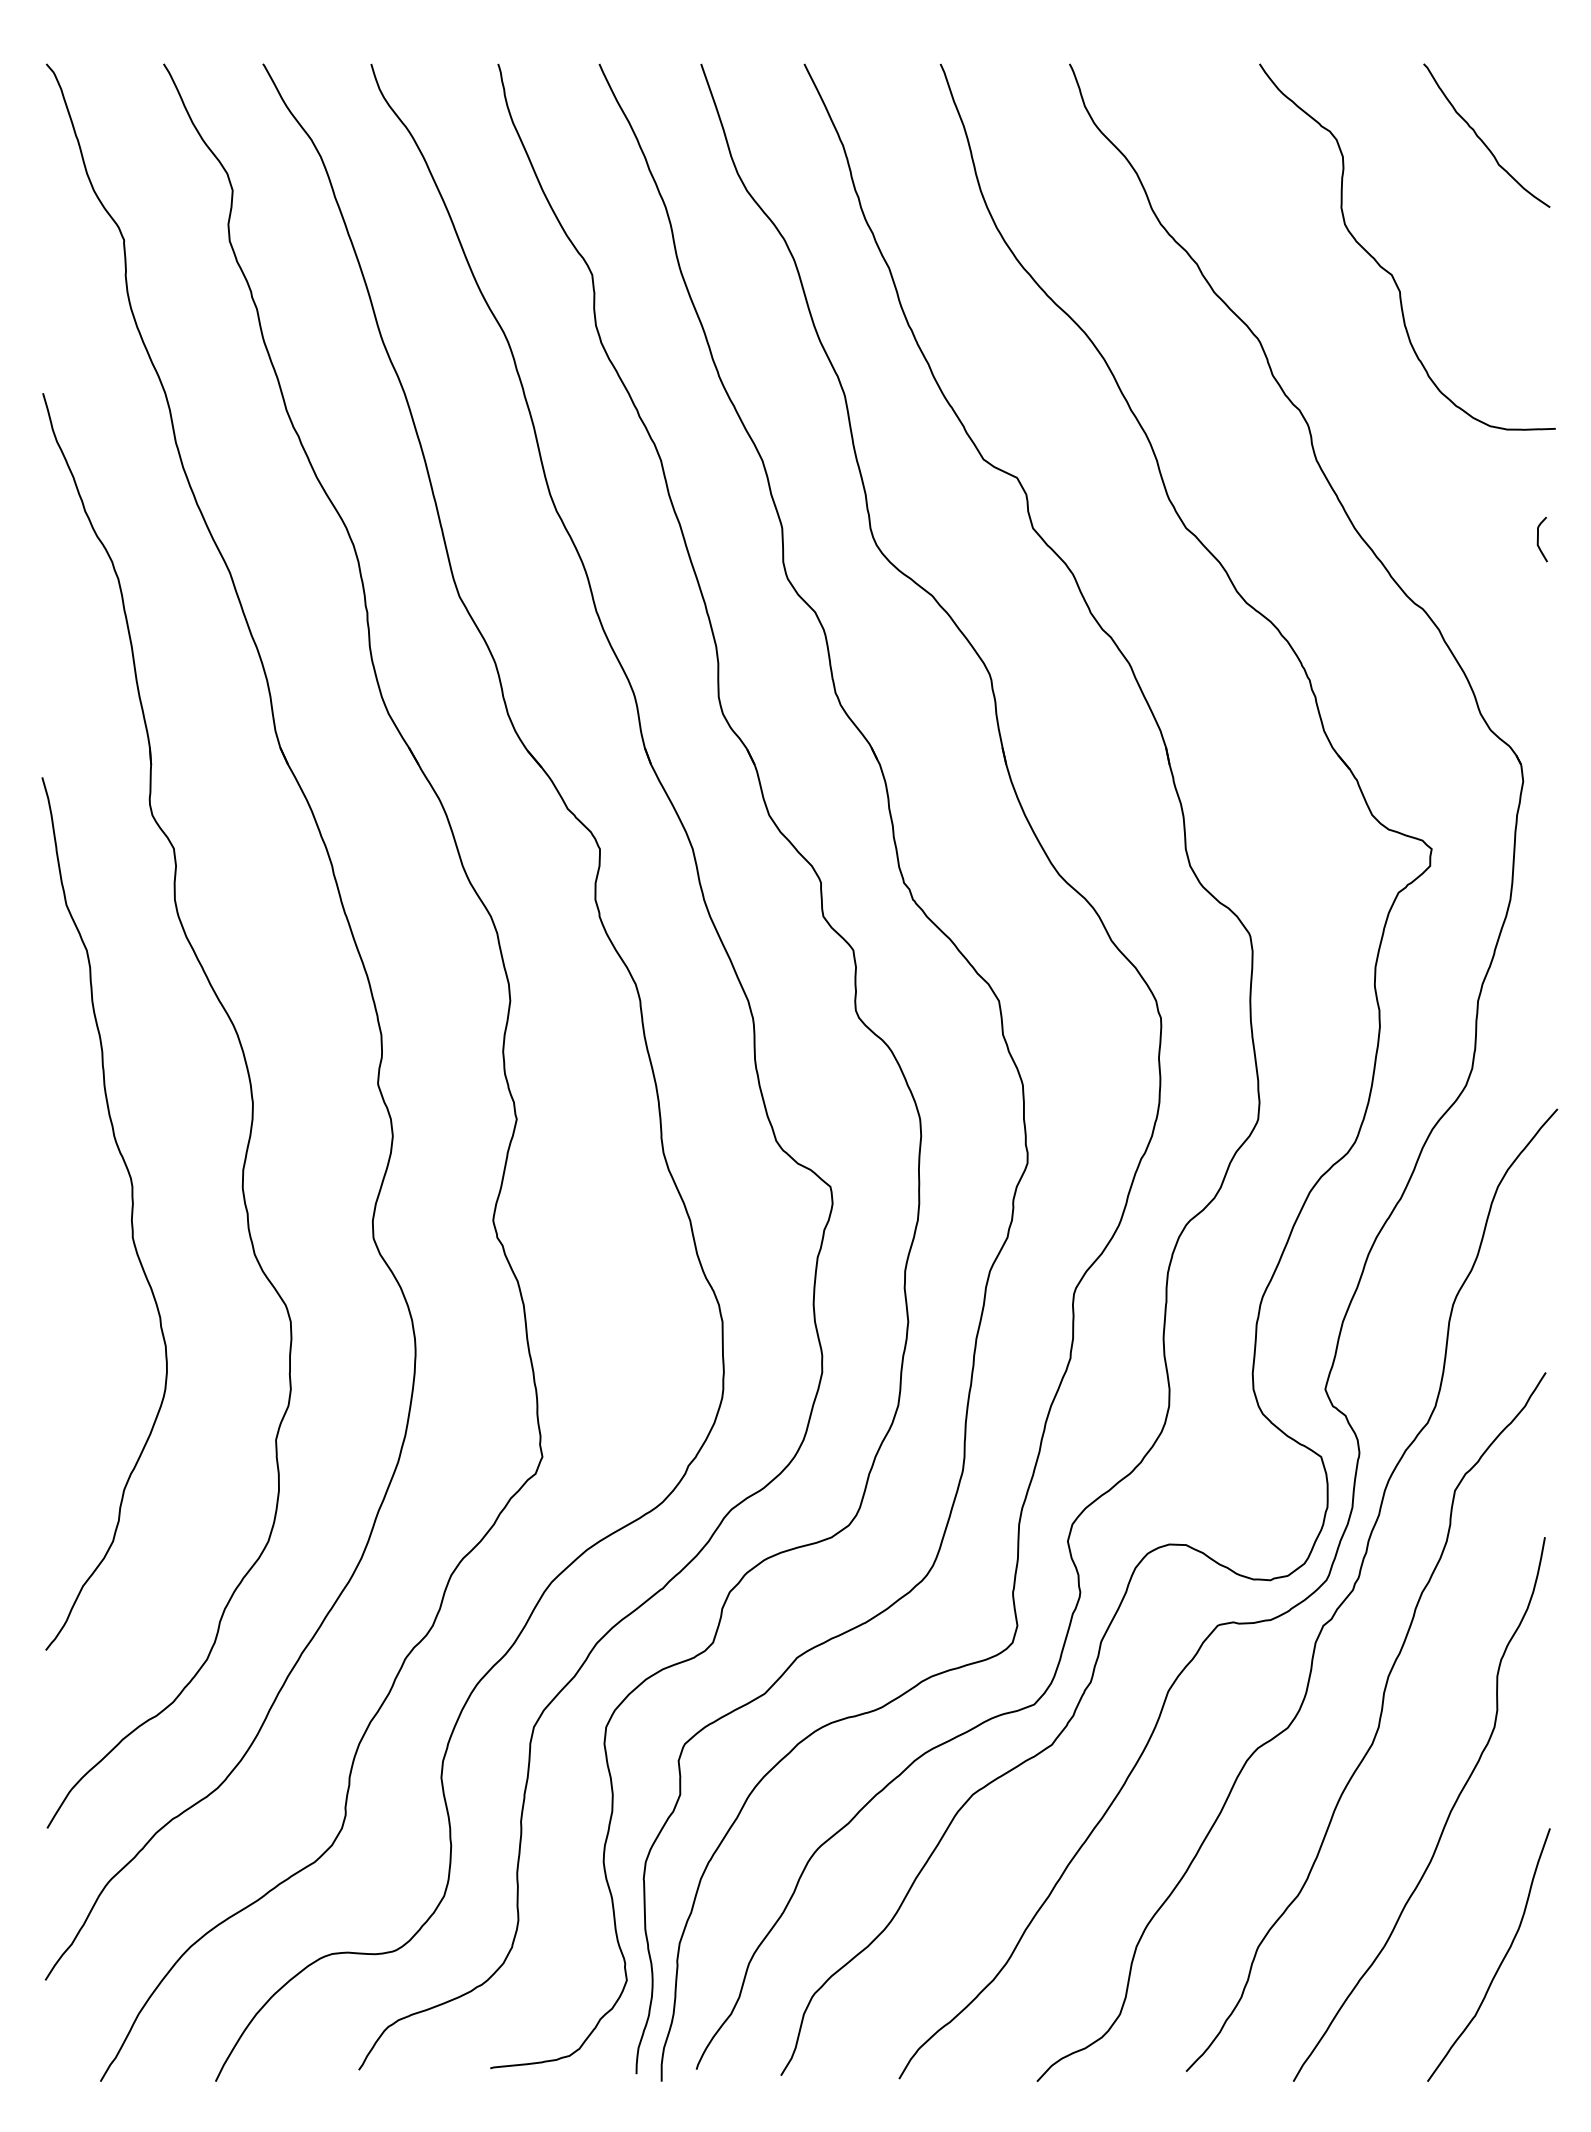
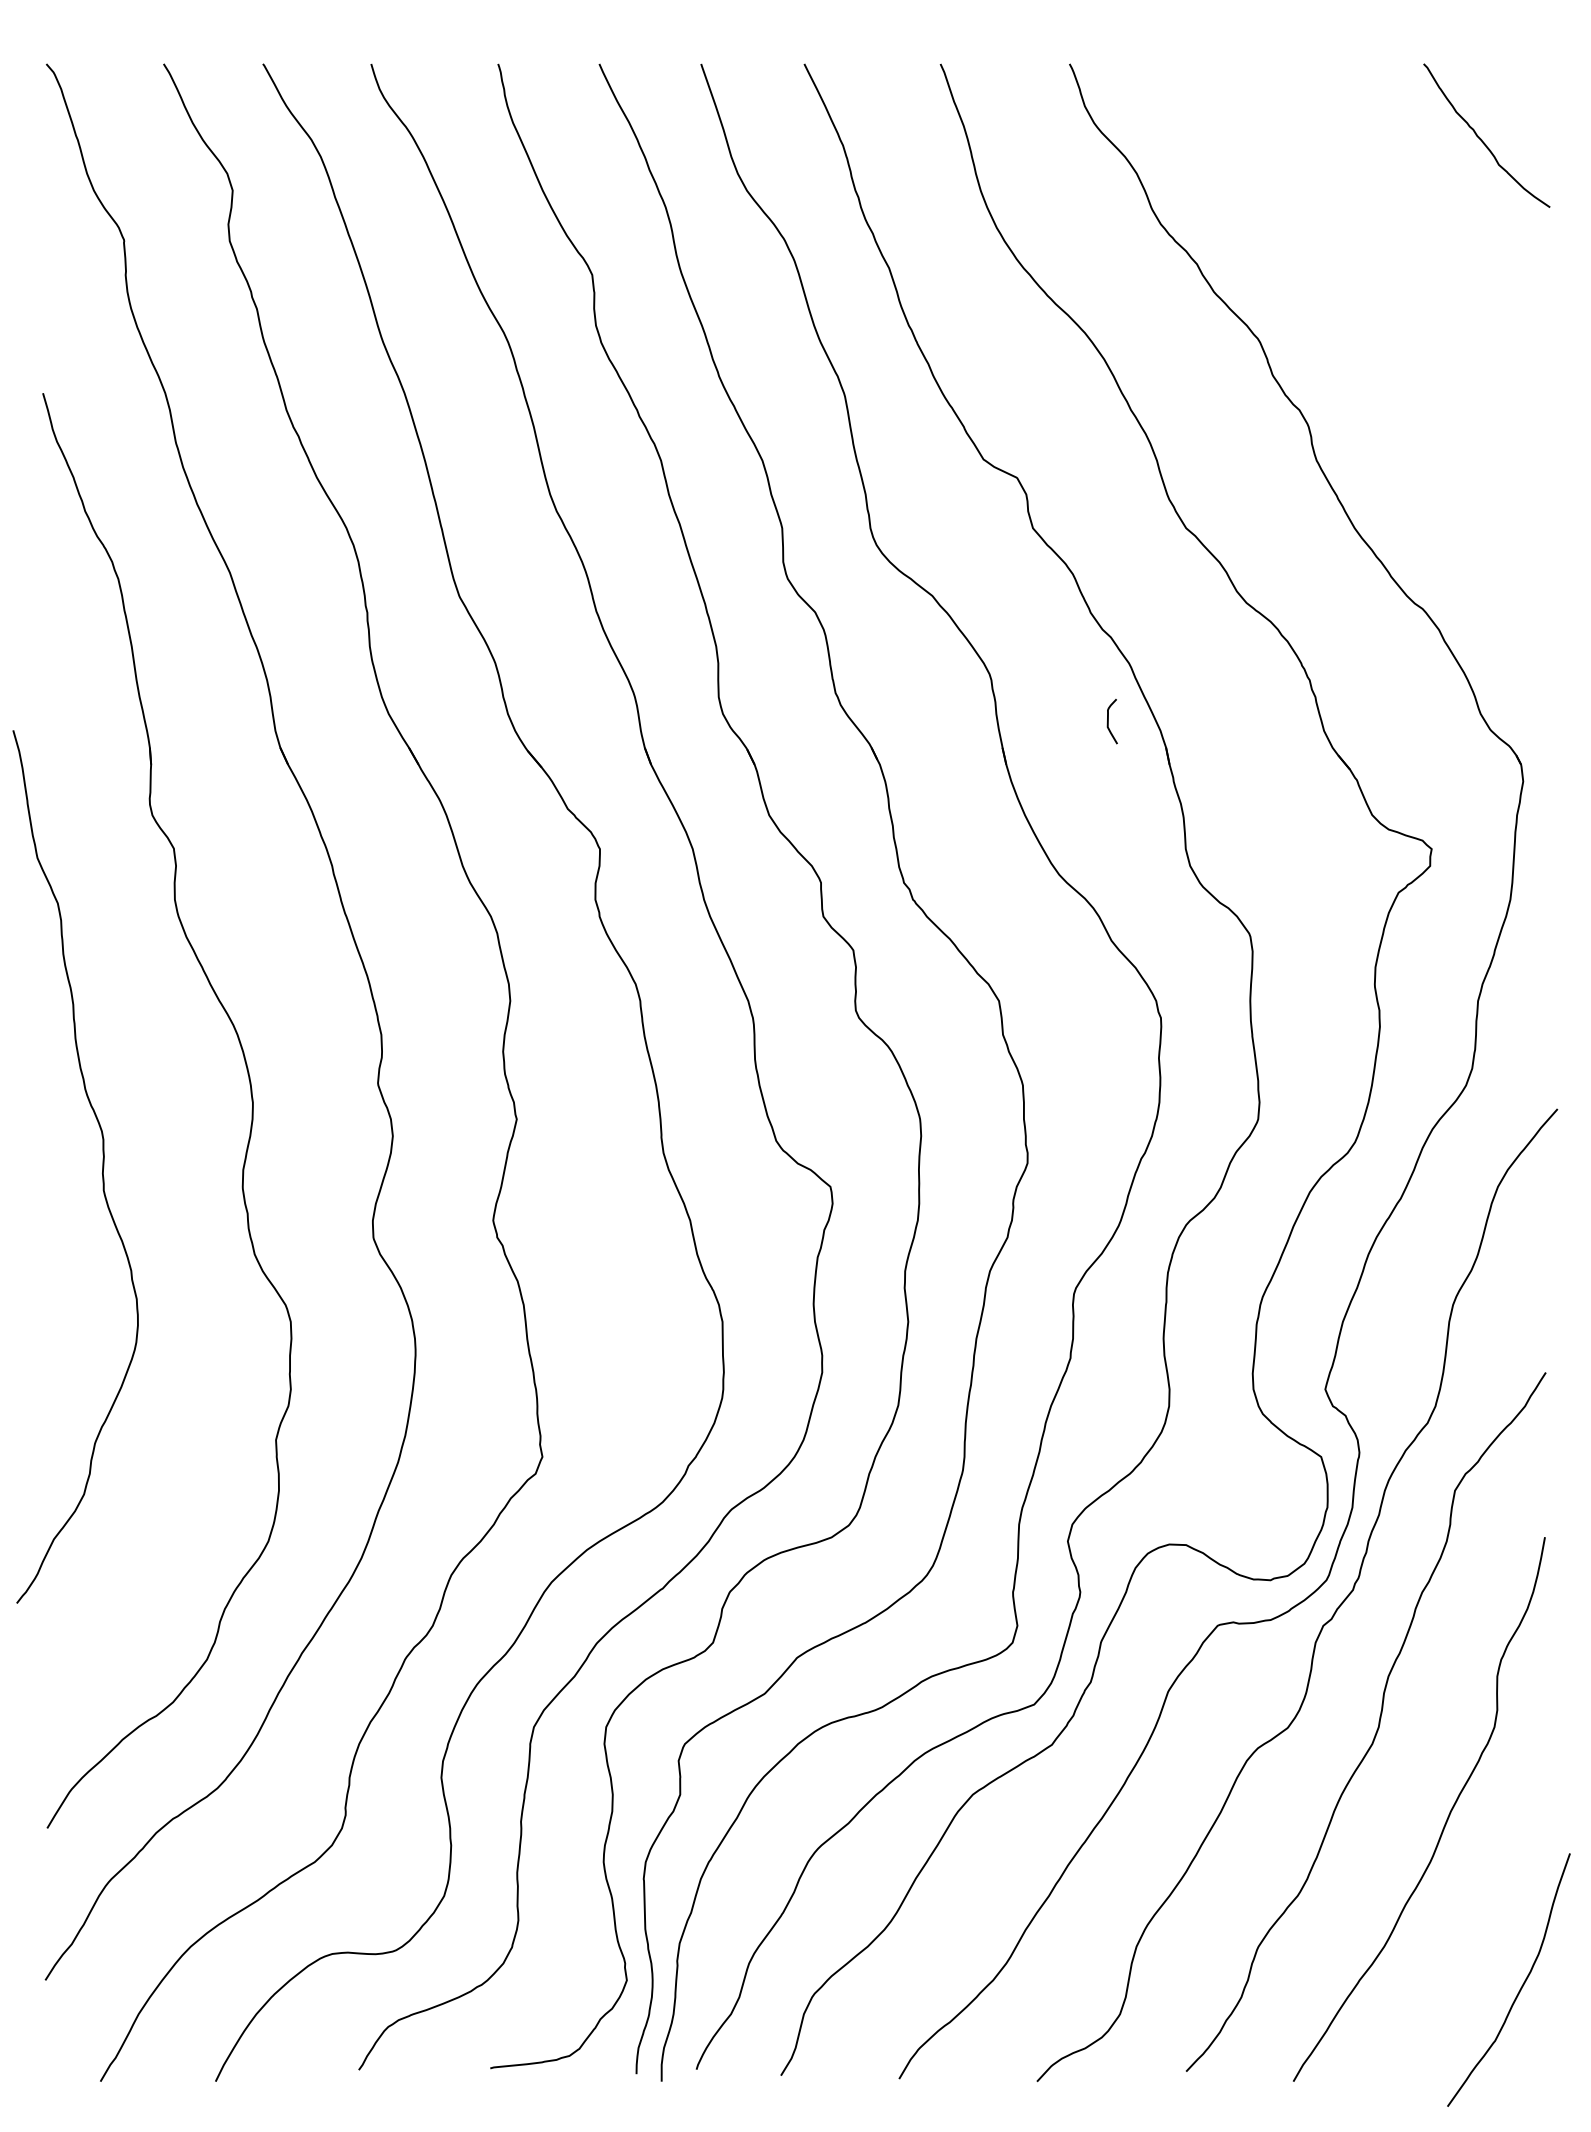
curve at (1390, 272): present -> none
curve at (1538, 539) position: (1538, 539) -> (1108, 721)
curve at (131, 1213) position: (131, 1213) -> (102, 1166)
curve at (1501, 1960) position: (1501, 1960) -> (1521, 1985)
